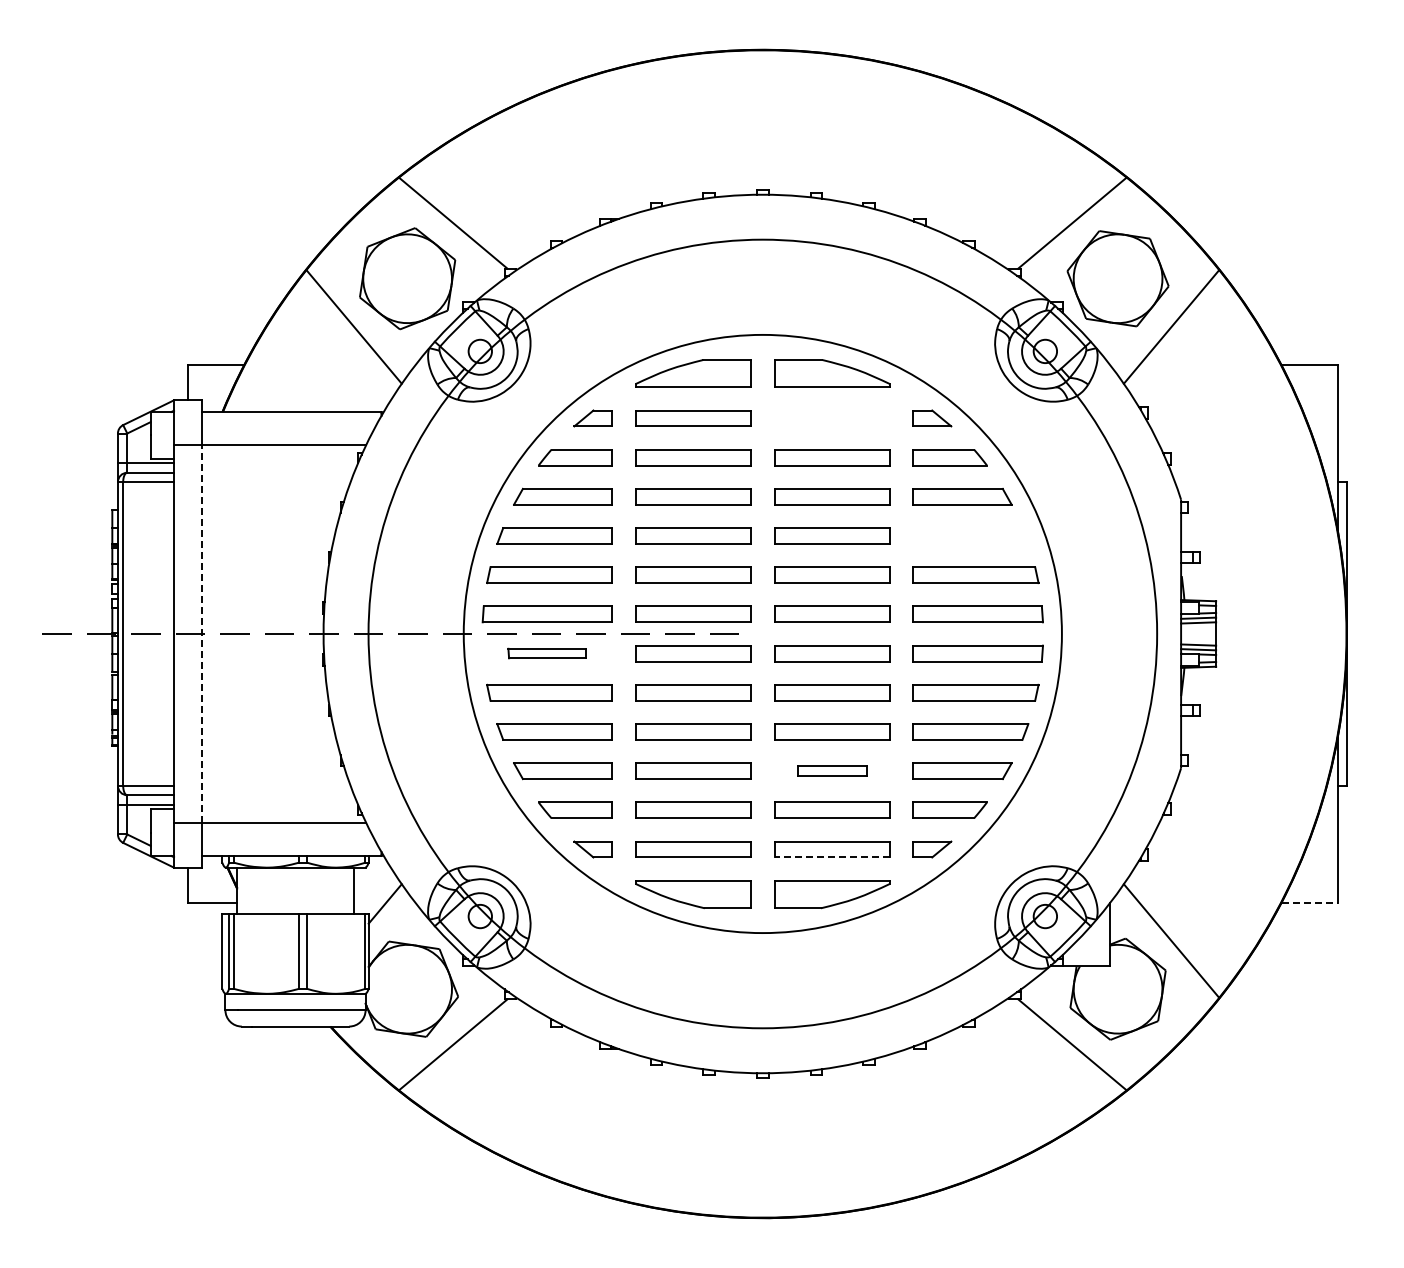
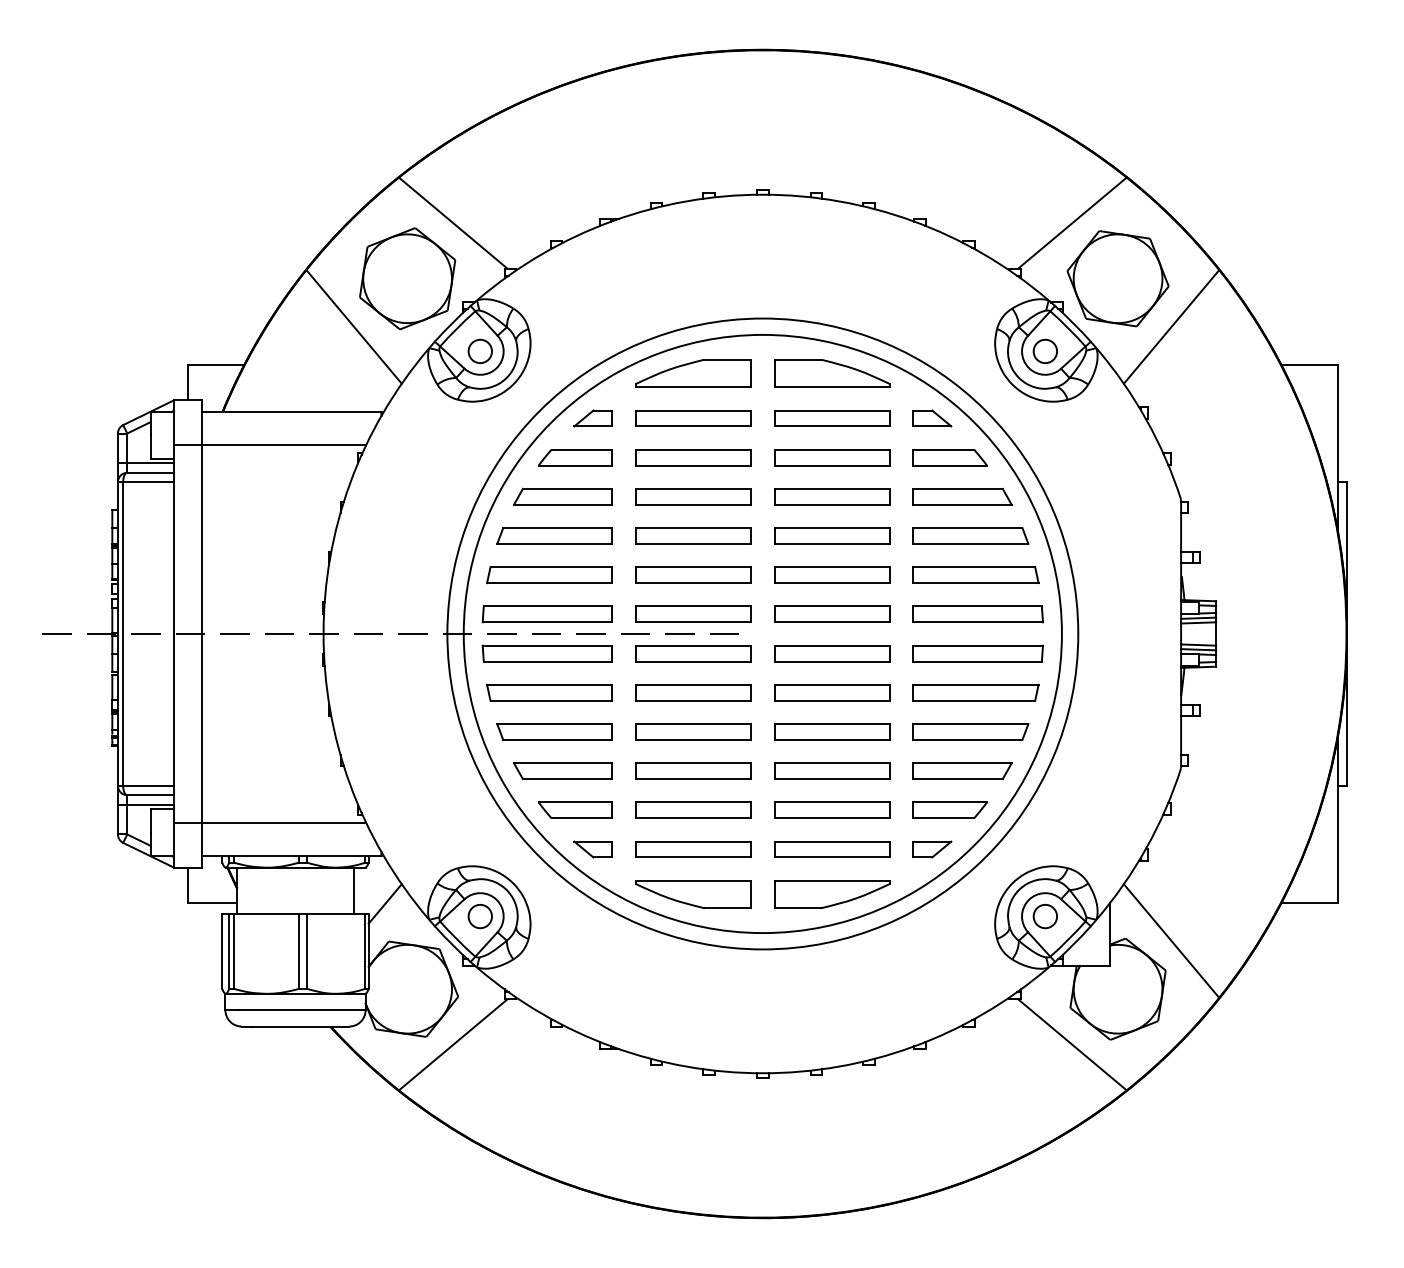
part at (832, 418): none -> present
part at (970, 535): none -> present
line at (202, 633): dashed -> solid
circle at (762, 633) diameter: 789 px -> 631 px
part at (546, 653) size: 80x13 px -> 132x19 px
part at (832, 770) size: 71x12 px -> 117x18 px
line at (832, 857): dashed -> solid
line at (1310, 902): dashed -> solid
